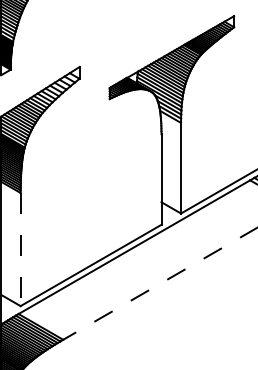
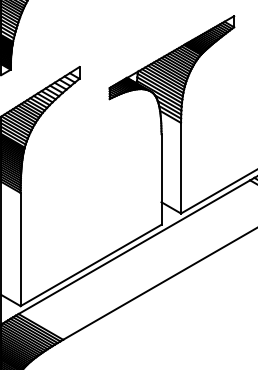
line at (20, 249): dashed -> solid
line at (159, 283): dashed -> solid
